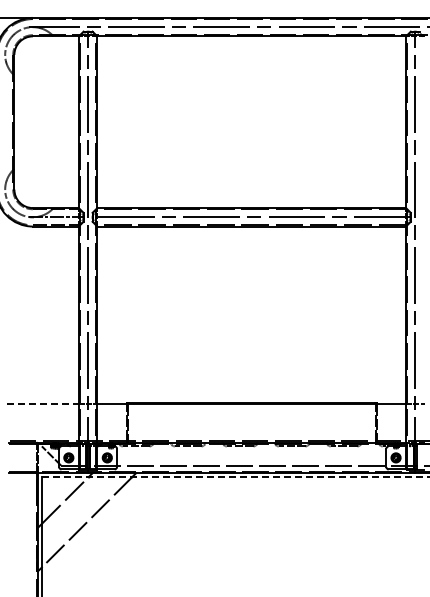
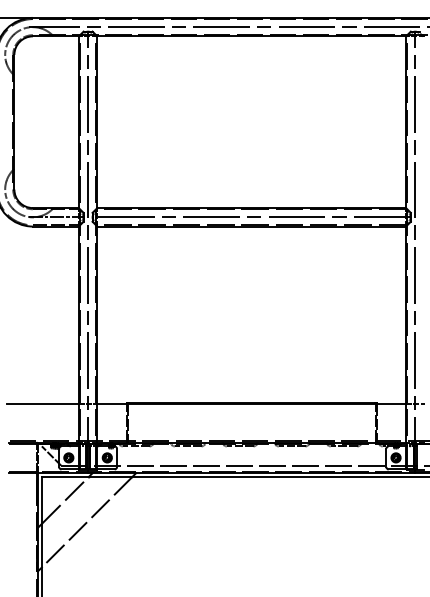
line at (43, 404): dashed -> solid
line at (235, 477): dashed -> solid
